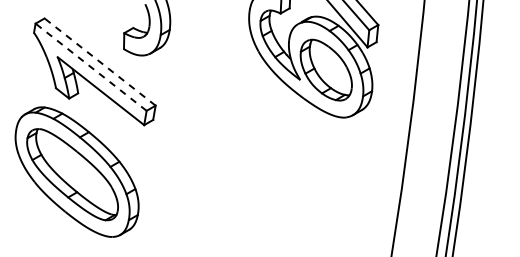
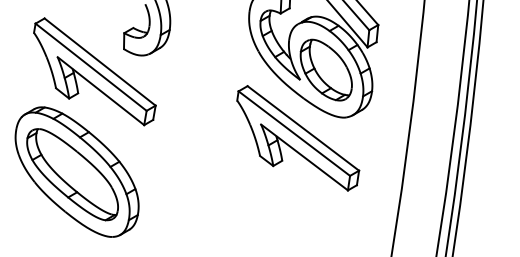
line at (100, 62): dashed -> solid
line at (91, 67): dashed -> solid
part at (298, 138): none -> present
